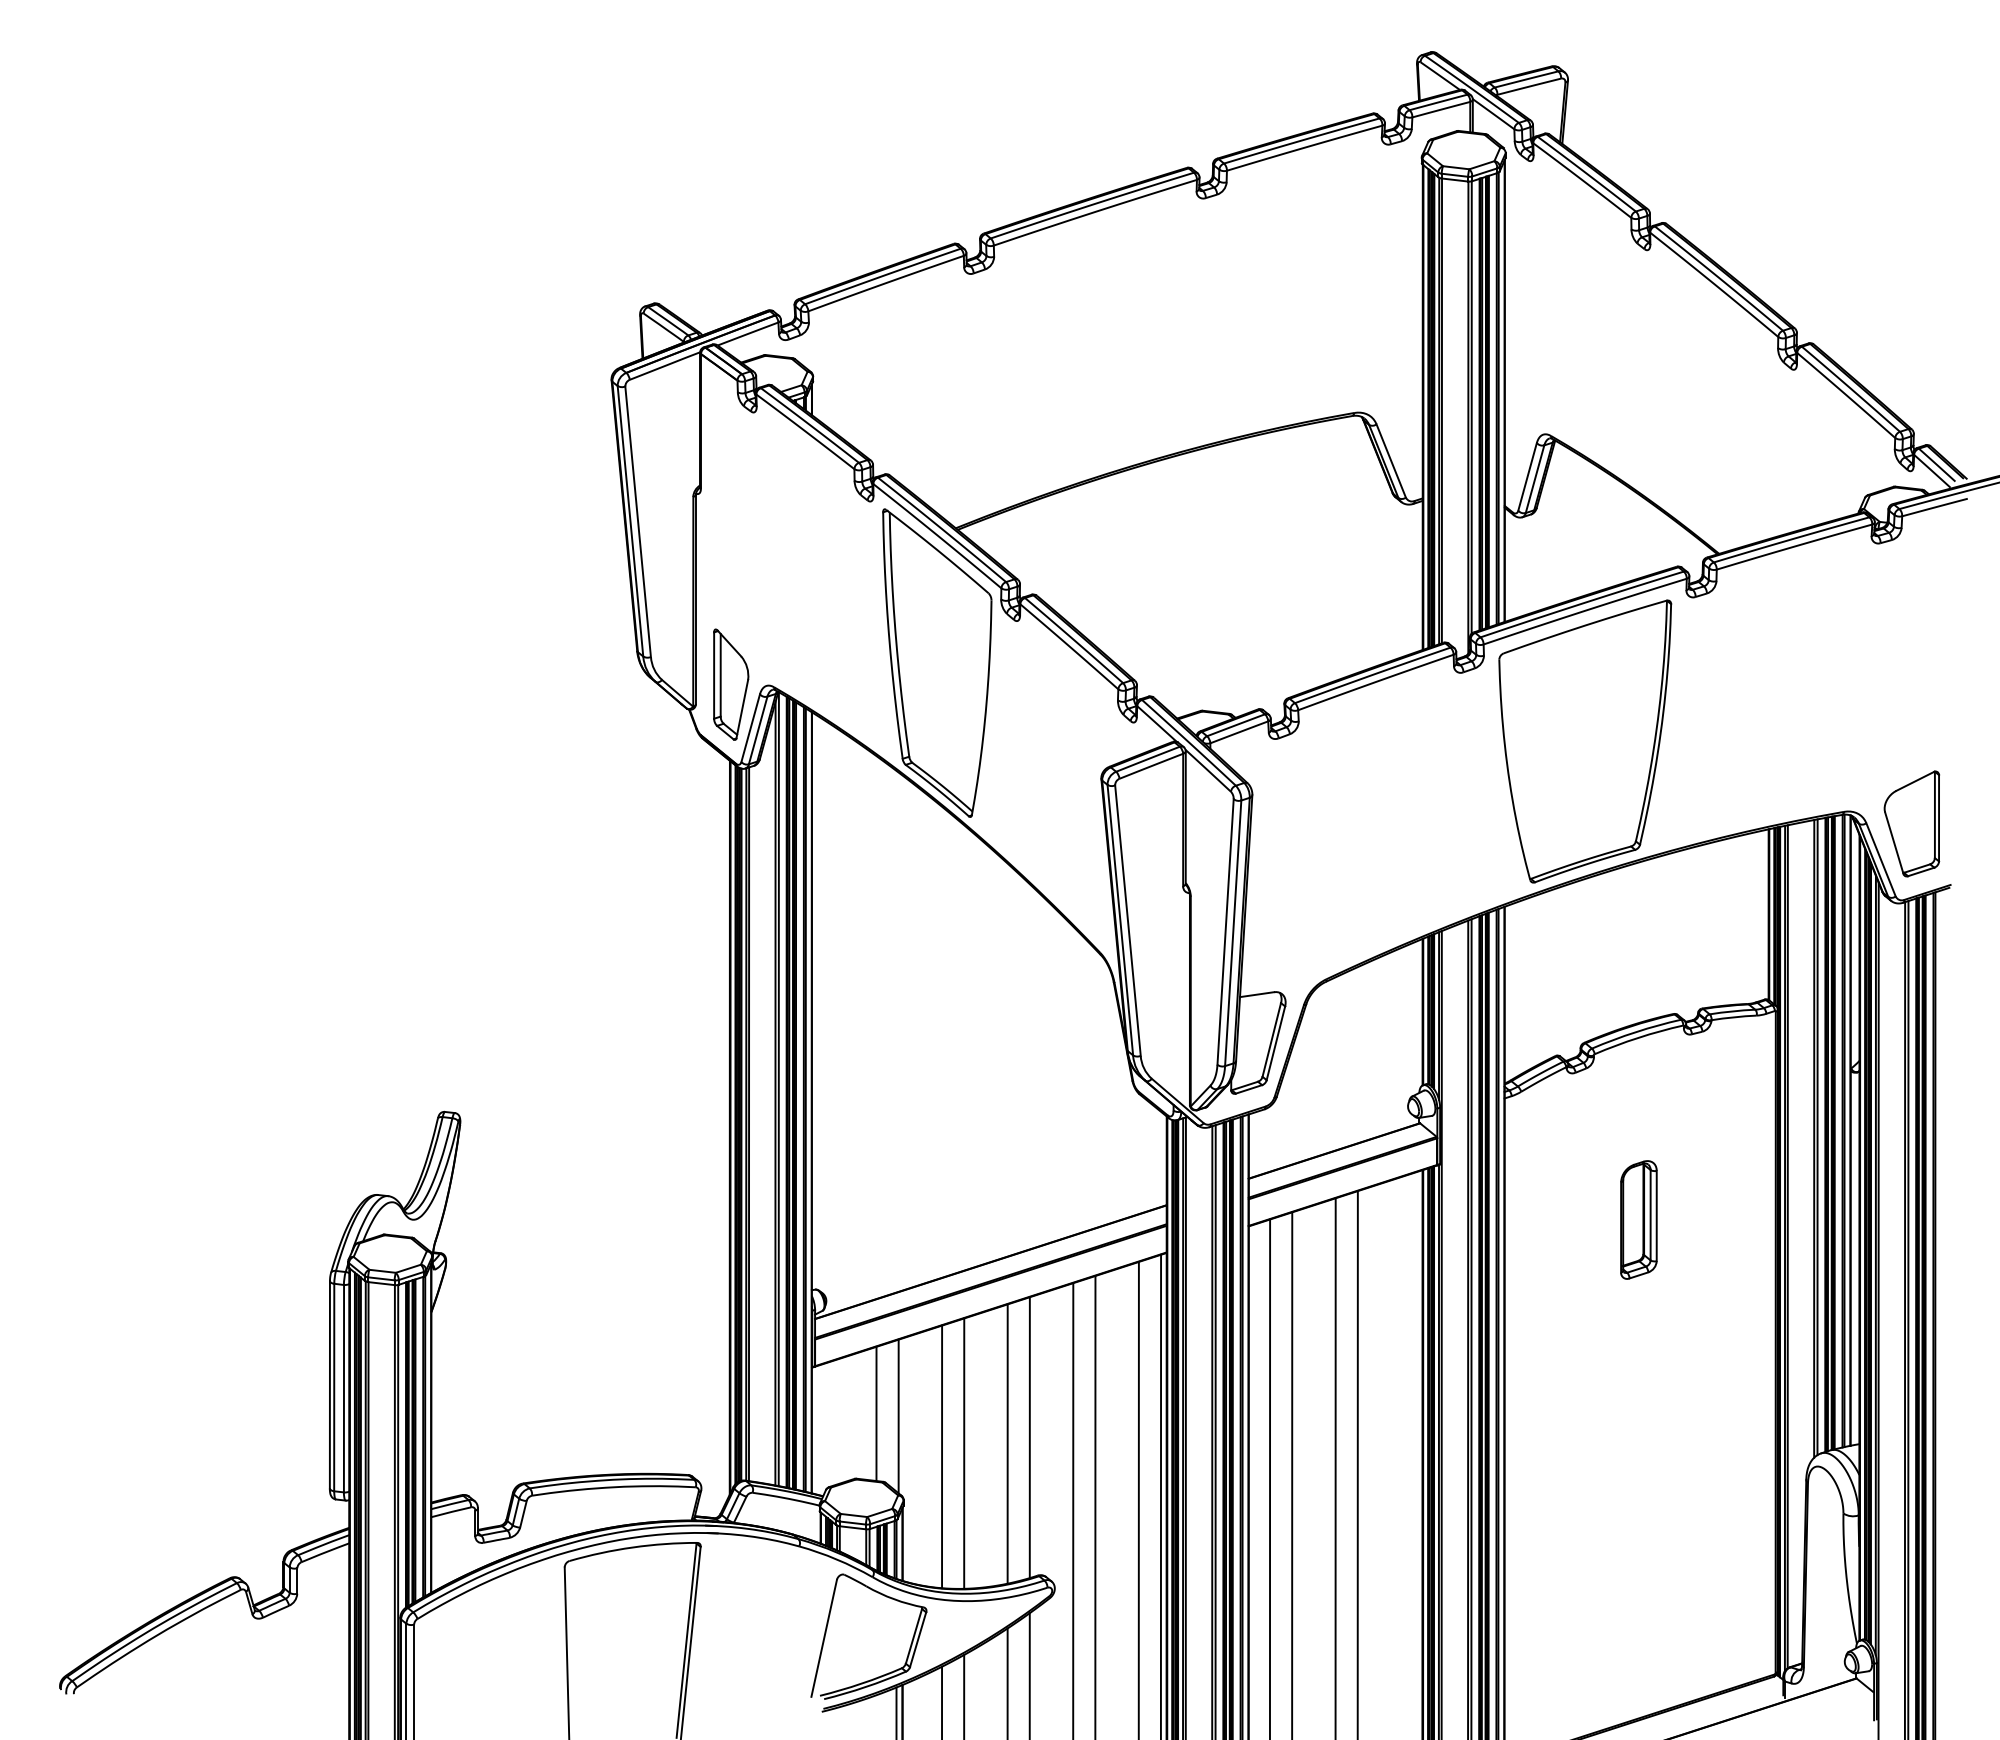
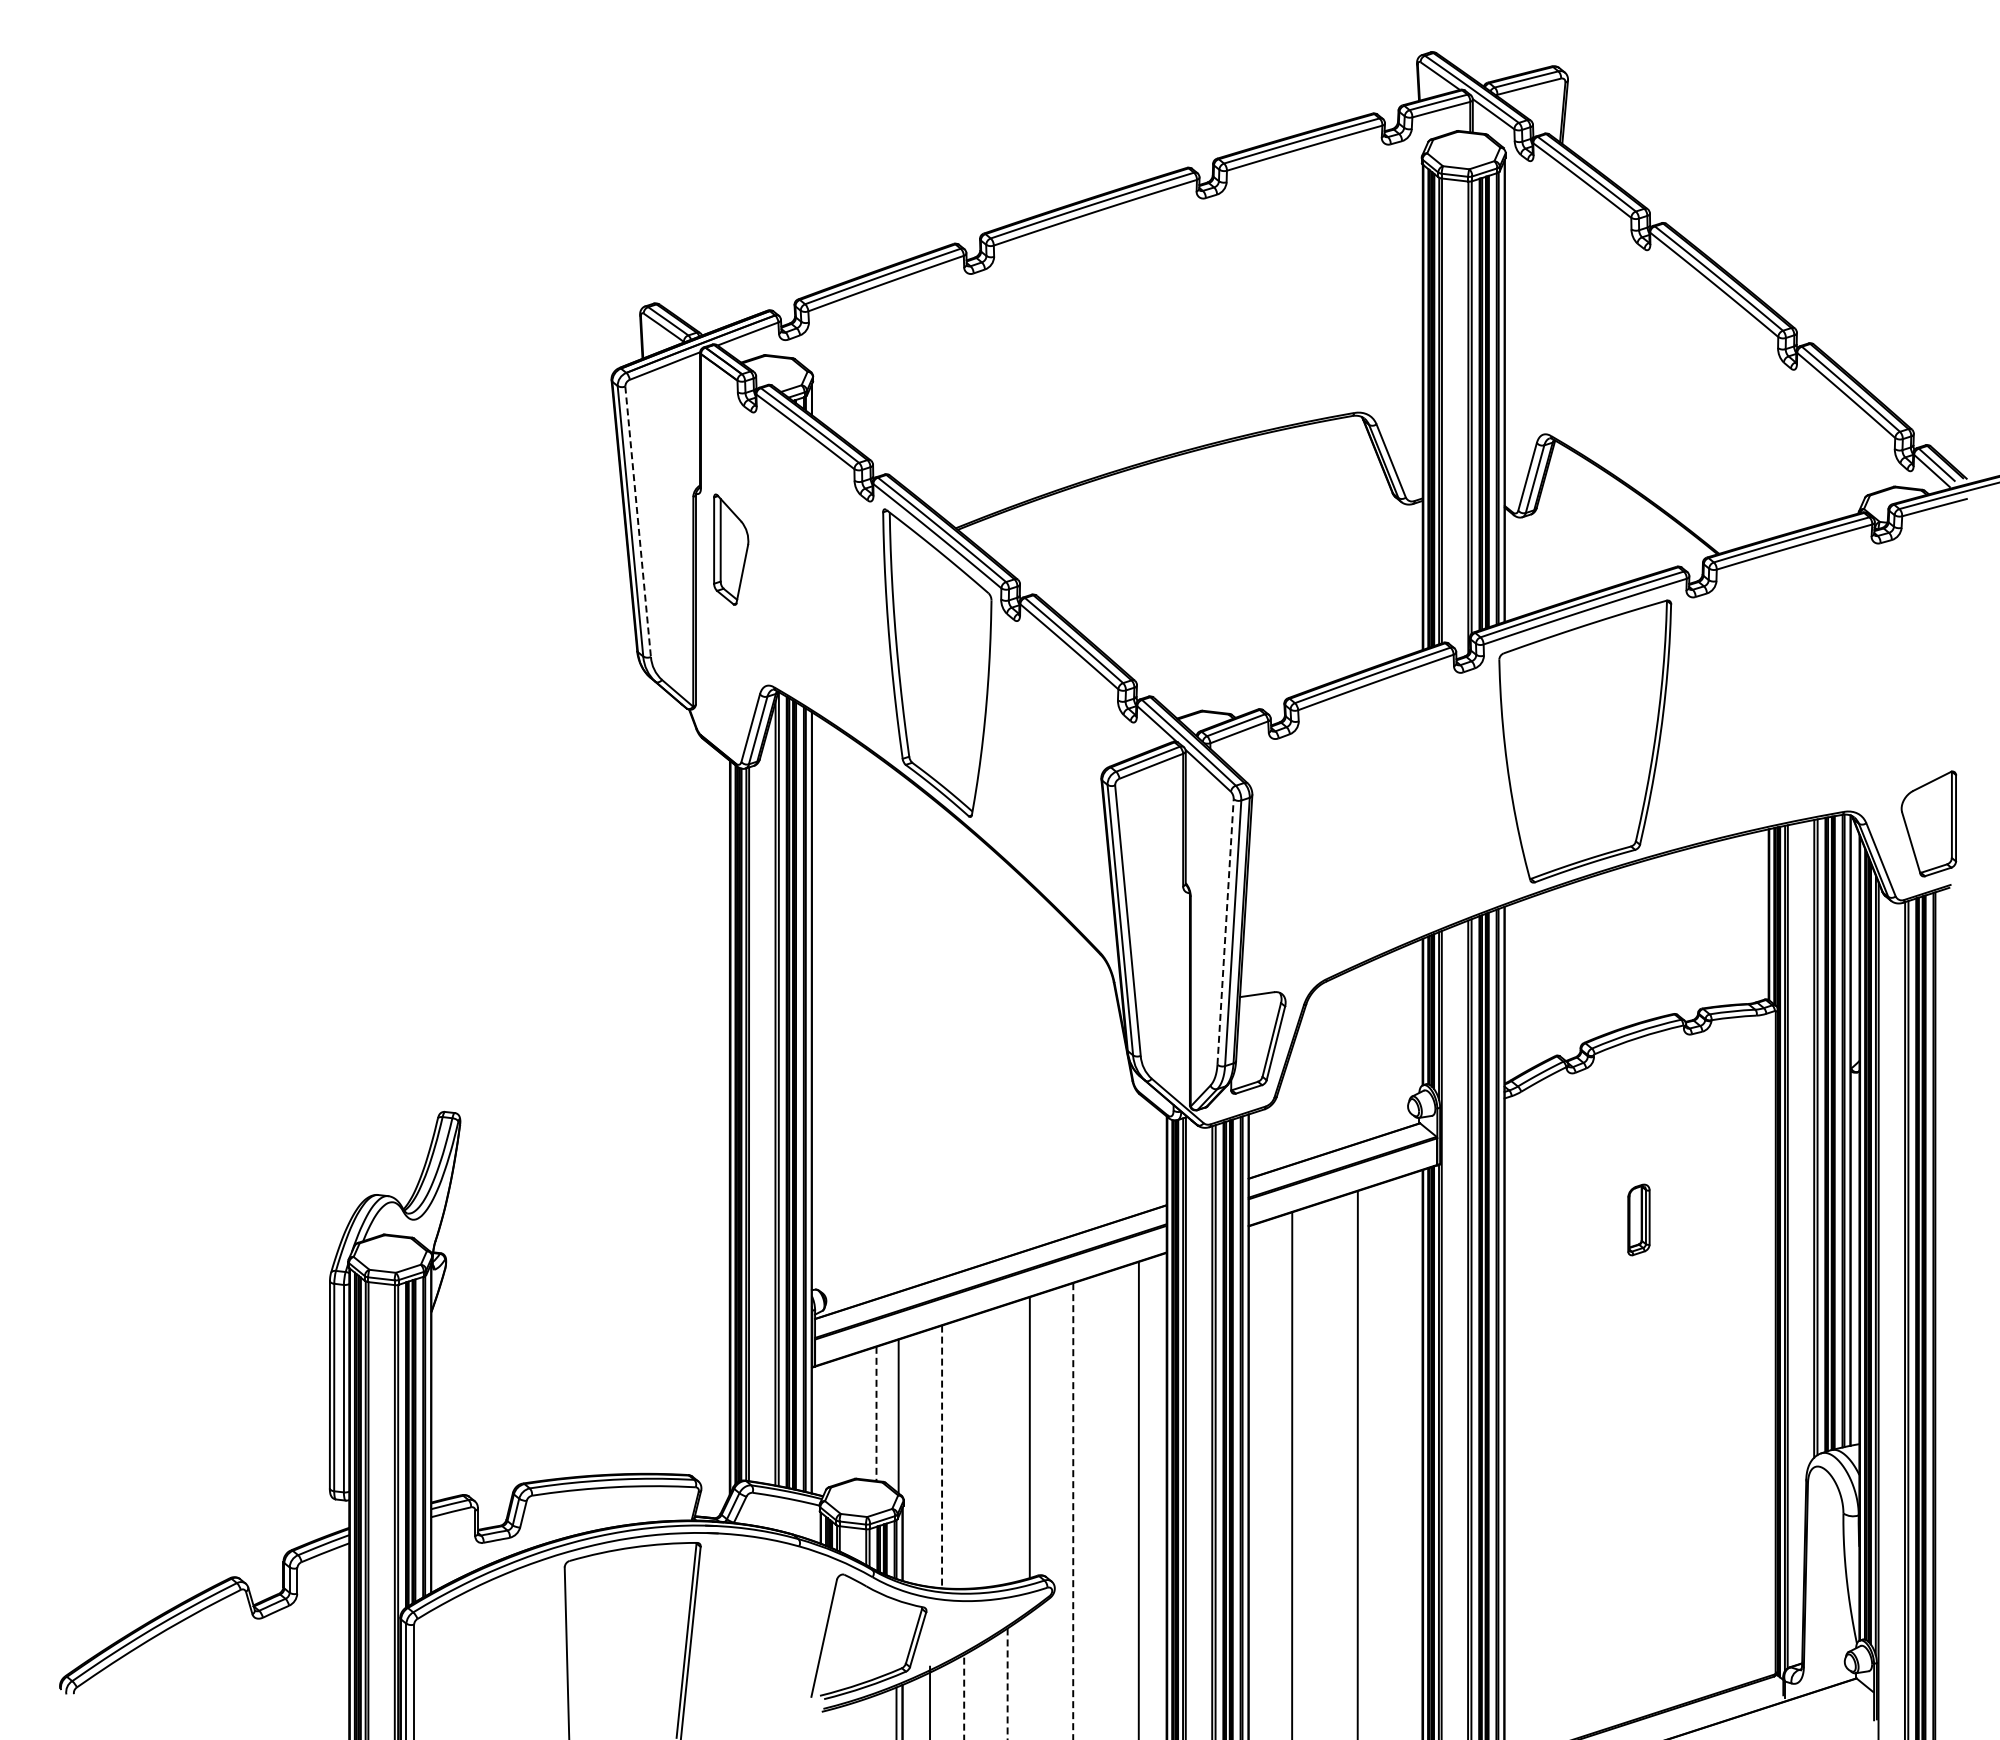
line at (638, 521): solid -> dashed
part at (731, 684) position: (731, 684) -> (731, 549)
part at (1911, 823) position: (1911, 823) -> (1928, 823)
line at (1225, 931): solid -> dashed
part at (1638, 1219) size: 38x120 px -> 24x74 px
line at (876, 1414): solid -> dashed
line at (1007, 1443): present -> none
line at (964, 1453): present -> none
line at (942, 1457): solid -> dashed
line at (1335, 1467): present -> none
line at (1269, 1477): present -> none
line at (1160, 1495): present -> none
line at (1095, 1505): present -> none
line at (1073, 1511): solid -> dashed
line at (1029, 1674): present -> none
line at (1007, 1684): solid -> dashed
line at (964, 1696): solid -> dashed
line at (942, 1701) position: (942, 1701) -> (930, 1701)
